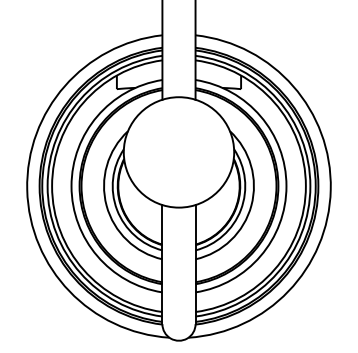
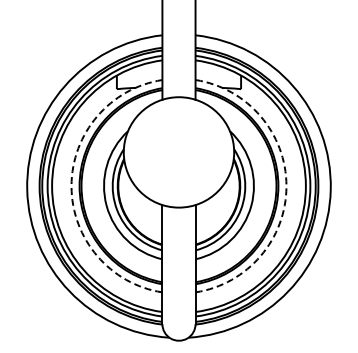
arc at (71, 186): solid -> dashed
arc at (286, 186): solid -> dashed
